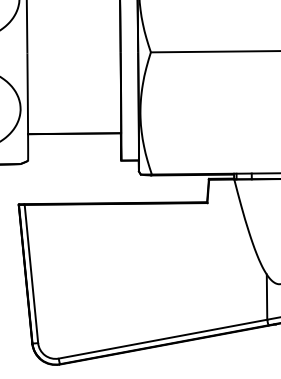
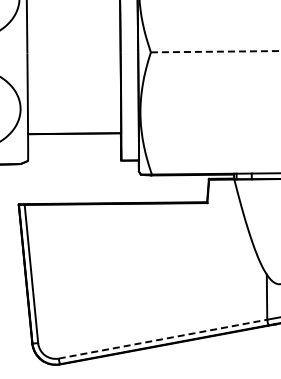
line at (215, 51): solid -> dashed
line at (163, 339): solid -> dashed
